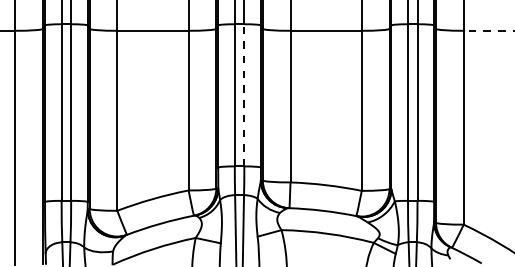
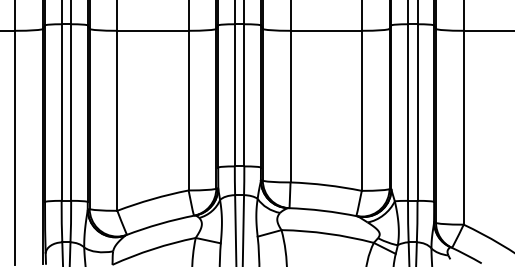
line at (488, 30): dashed -> solid
line at (244, 94): dashed -> solid
